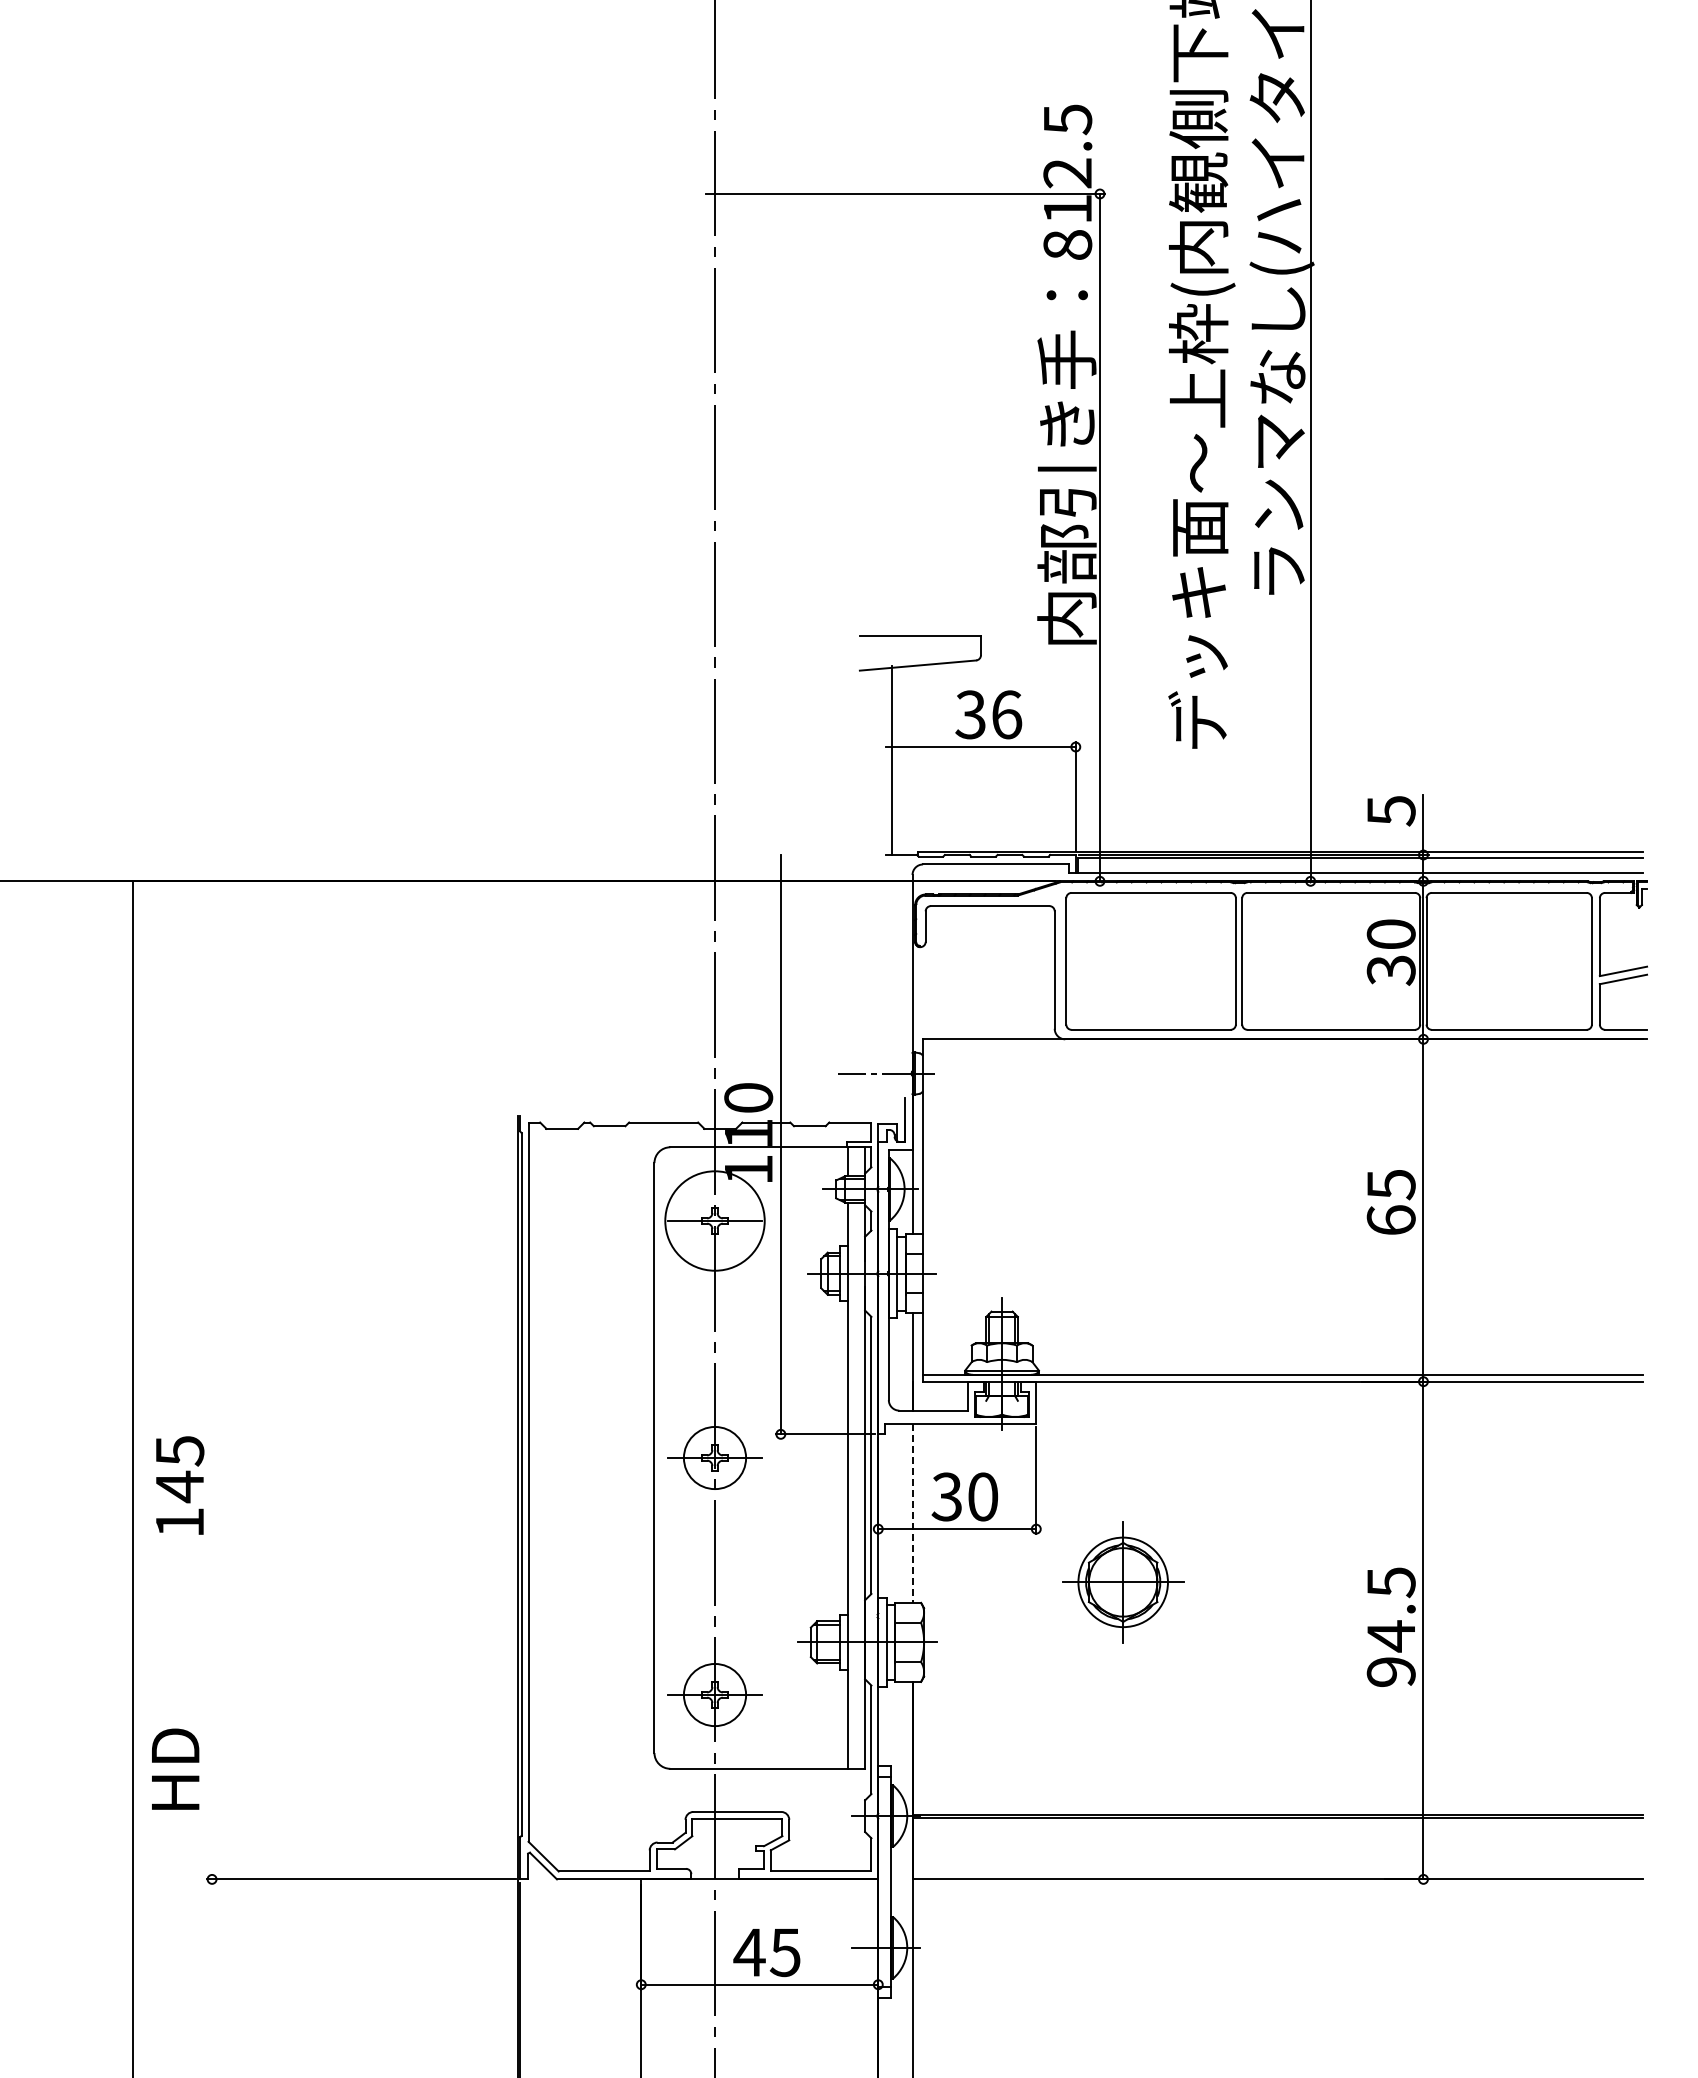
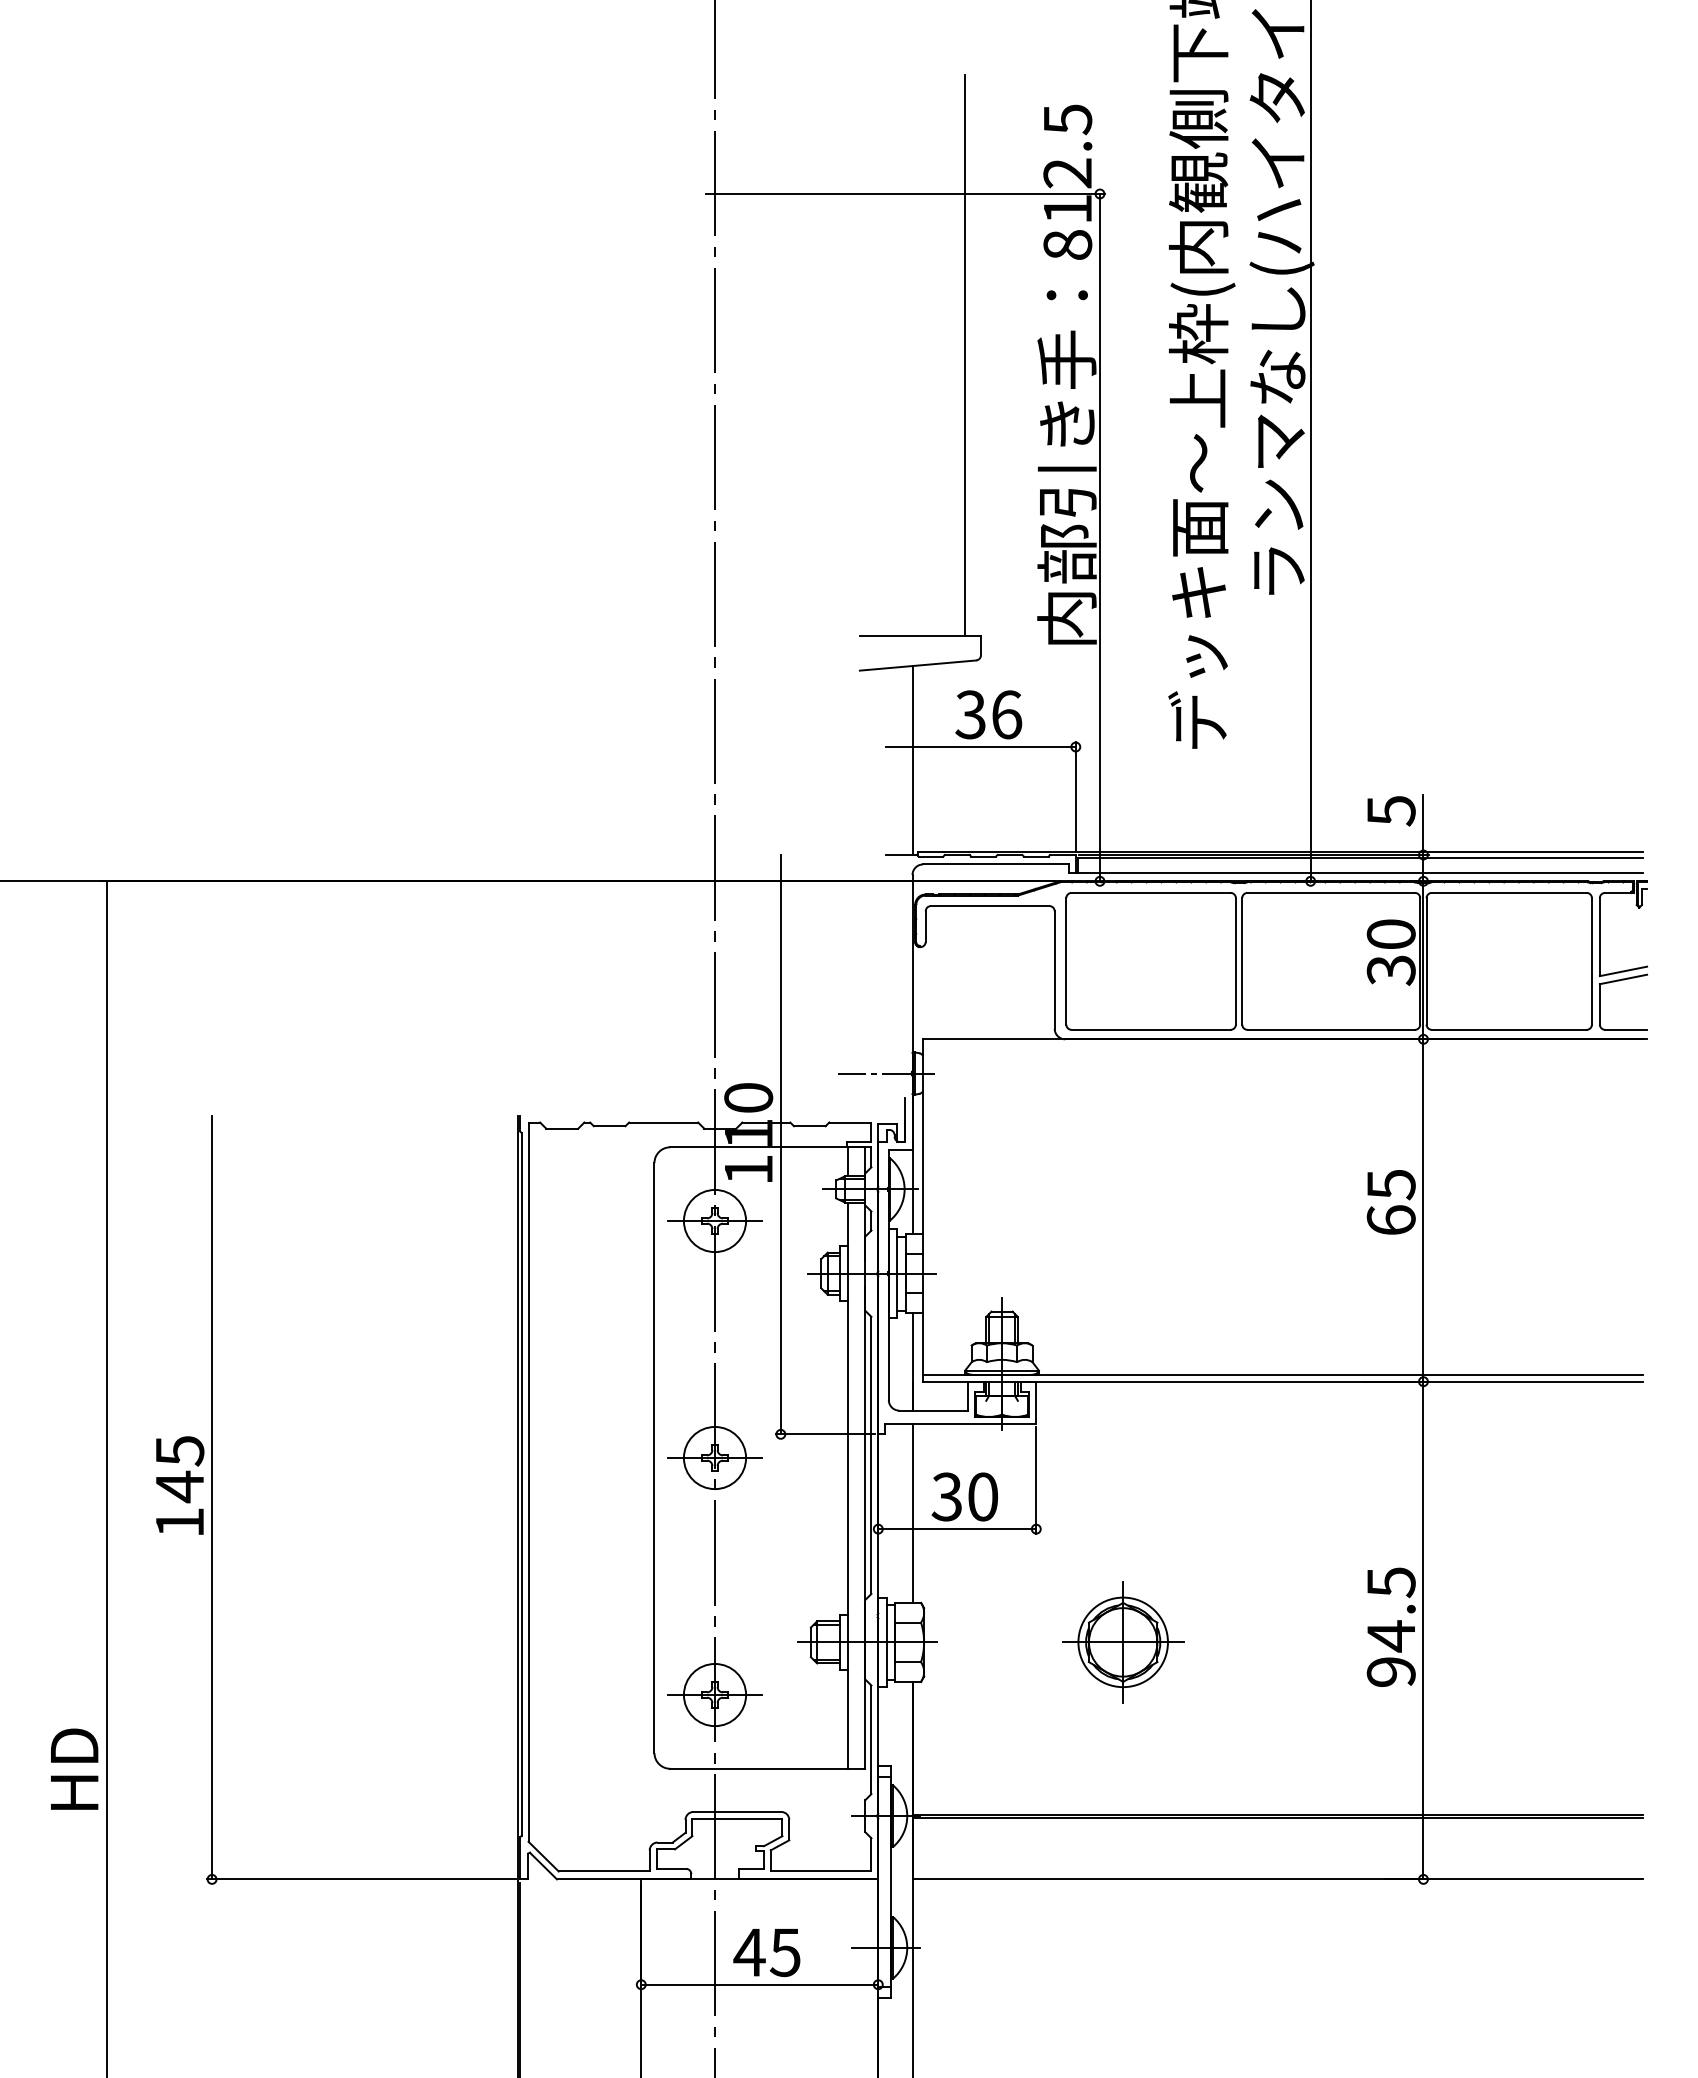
line at (965, 355): none -> present
line at (891, 760) position: (891, 760) -> (912, 760)
circle at (714, 1220) diameter: 99 px -> 62 px
line at (132, 1477) position: (132, 1477) -> (106, 1477)
line at (212, 1497): none -> present
line at (912, 1513): dashed -> solid
part at (1123, 1582) position: (1123, 1582) -> (1123, 1642)
text at (175, 1768) position: (175, 1768) -> (74, 1768)
